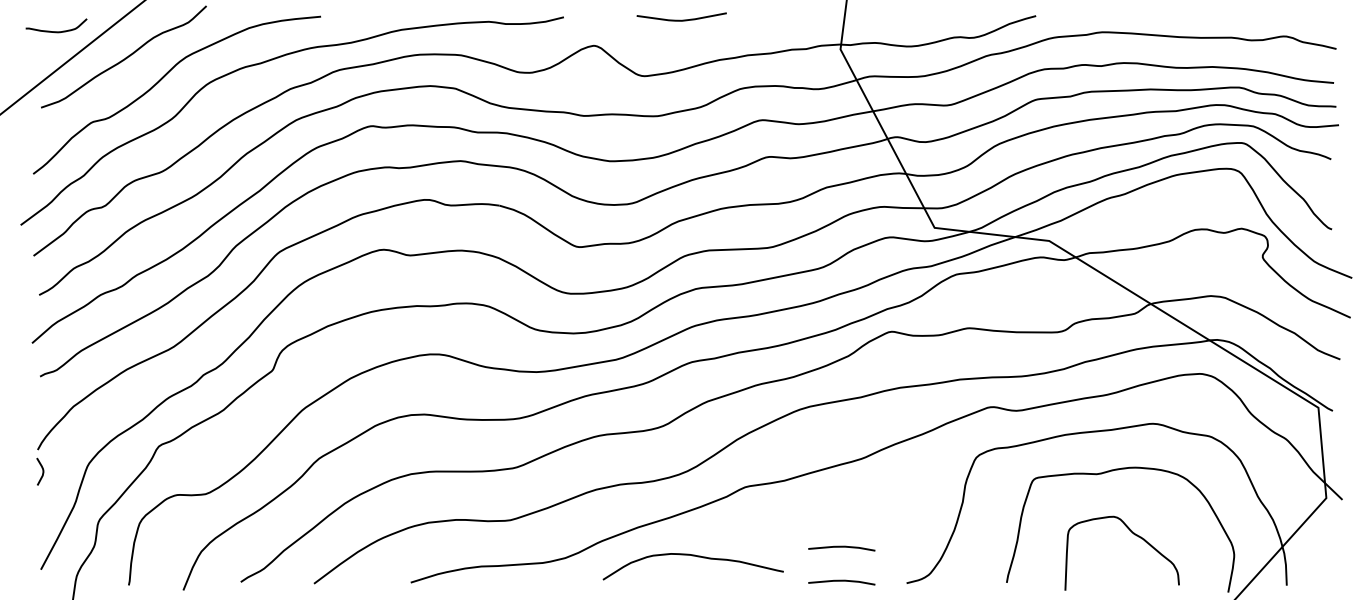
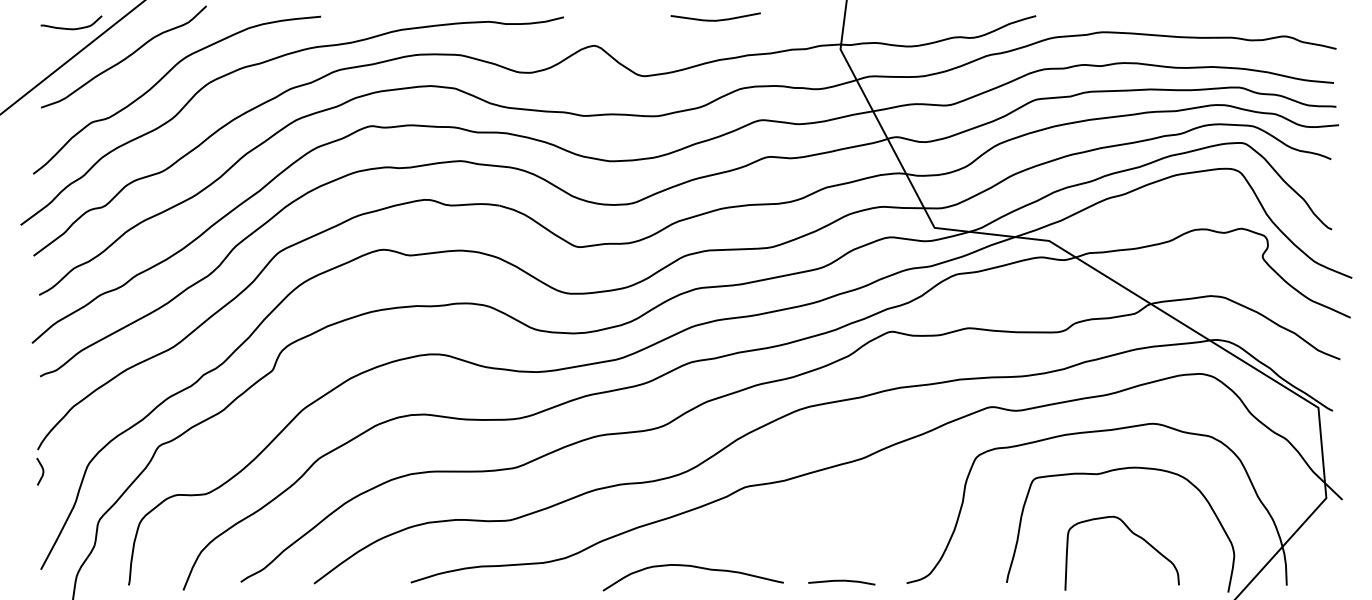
curve at (681, 19) position: (681, 19) -> (715, 19)
curve at (56, 31) position: (56, 31) -> (71, 28)
line at (841, 547): present -> none
curve at (692, 556) position: (692, 556) -> (692, 567)
